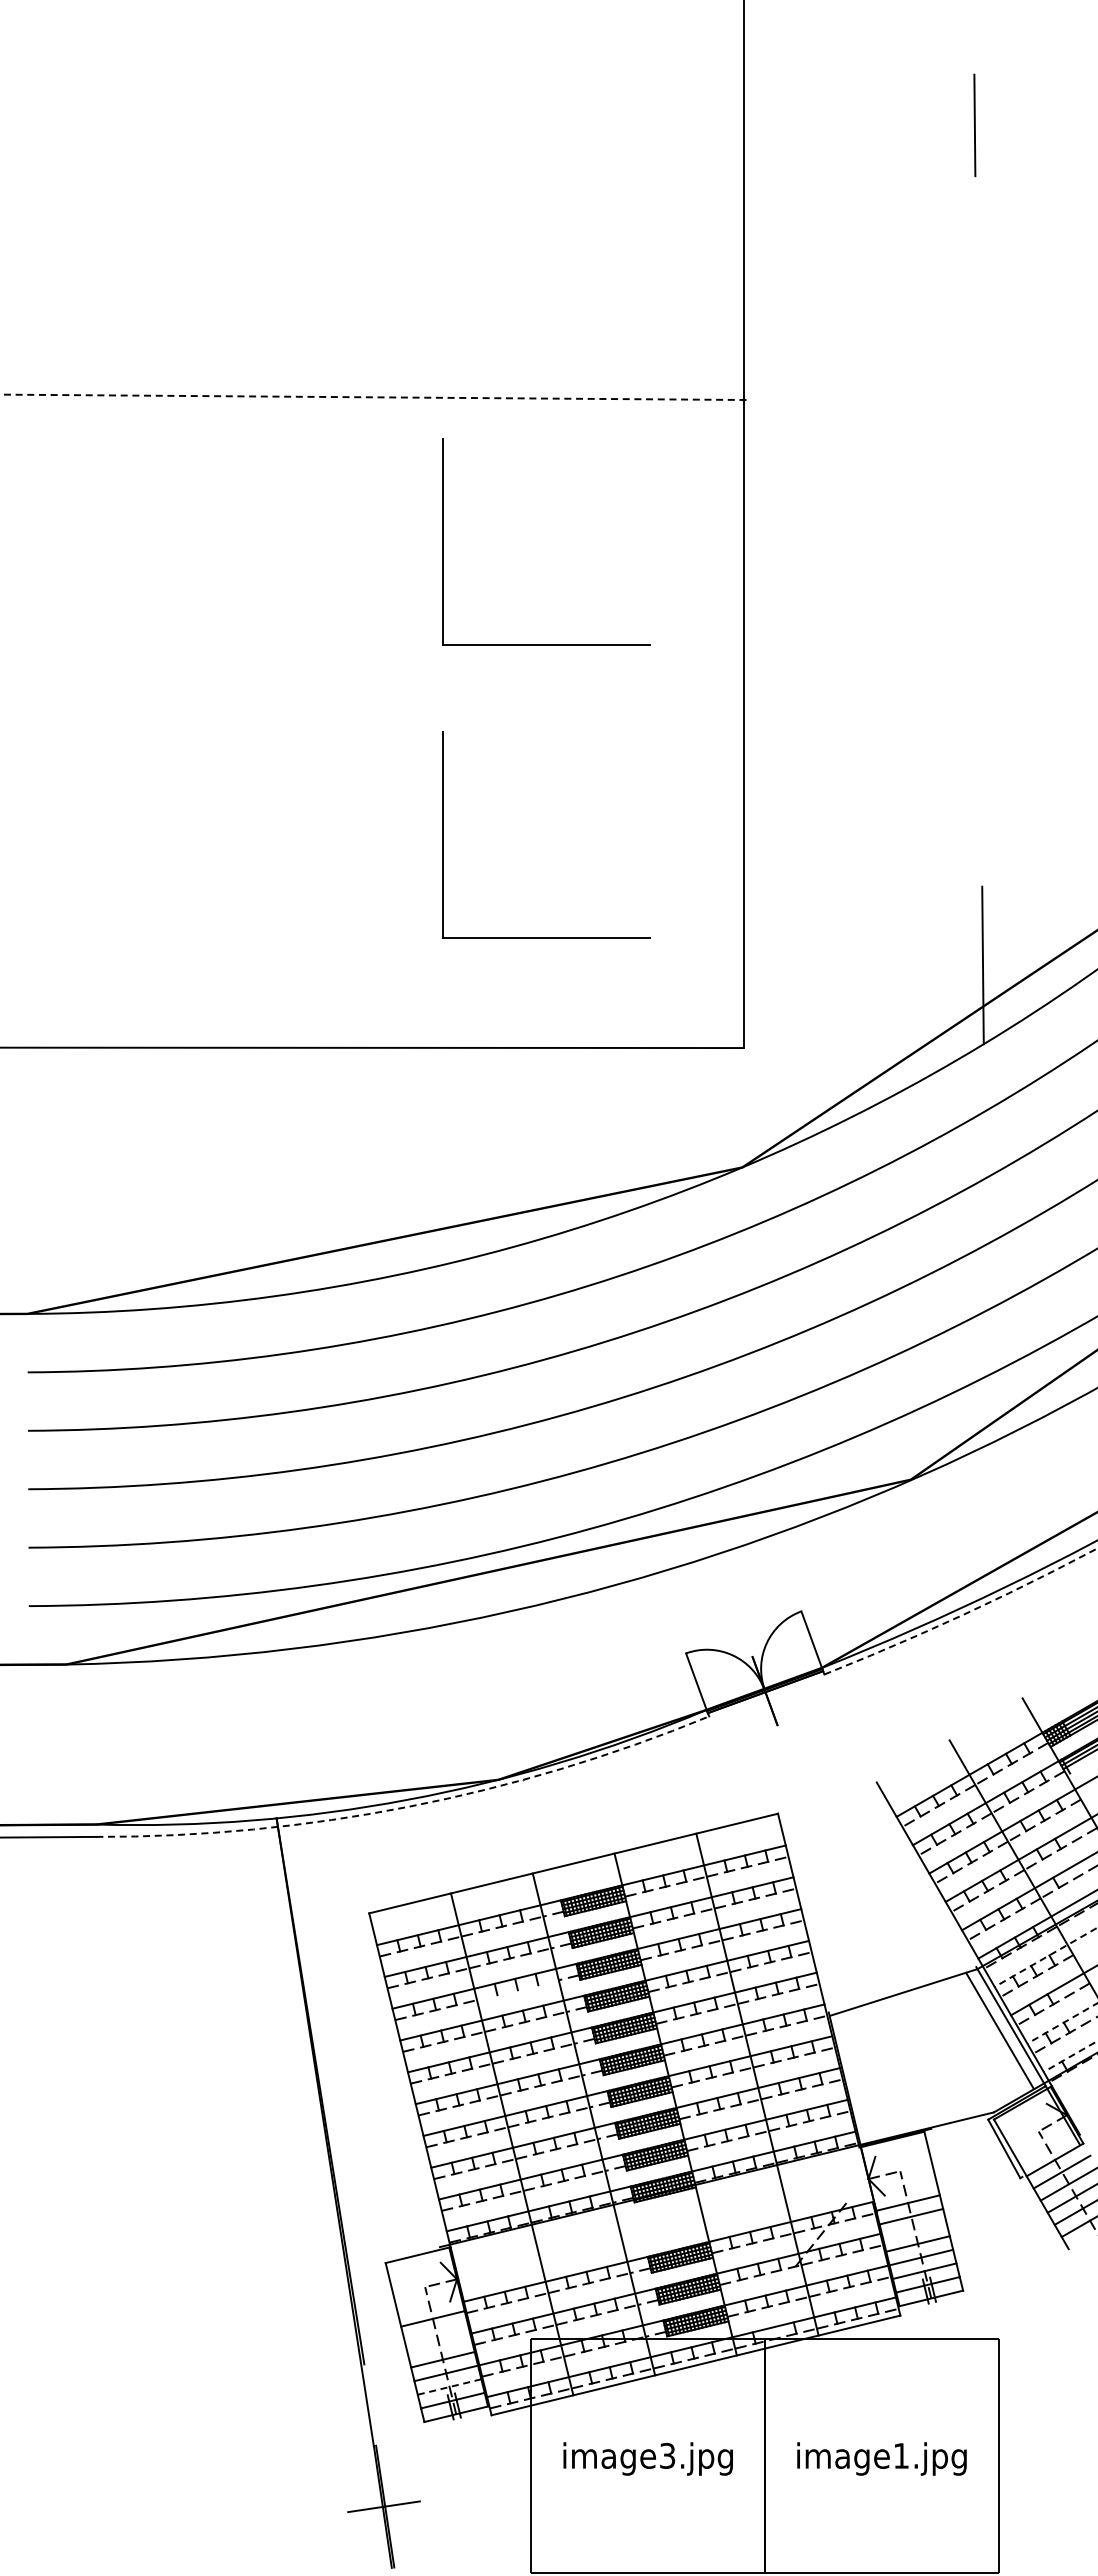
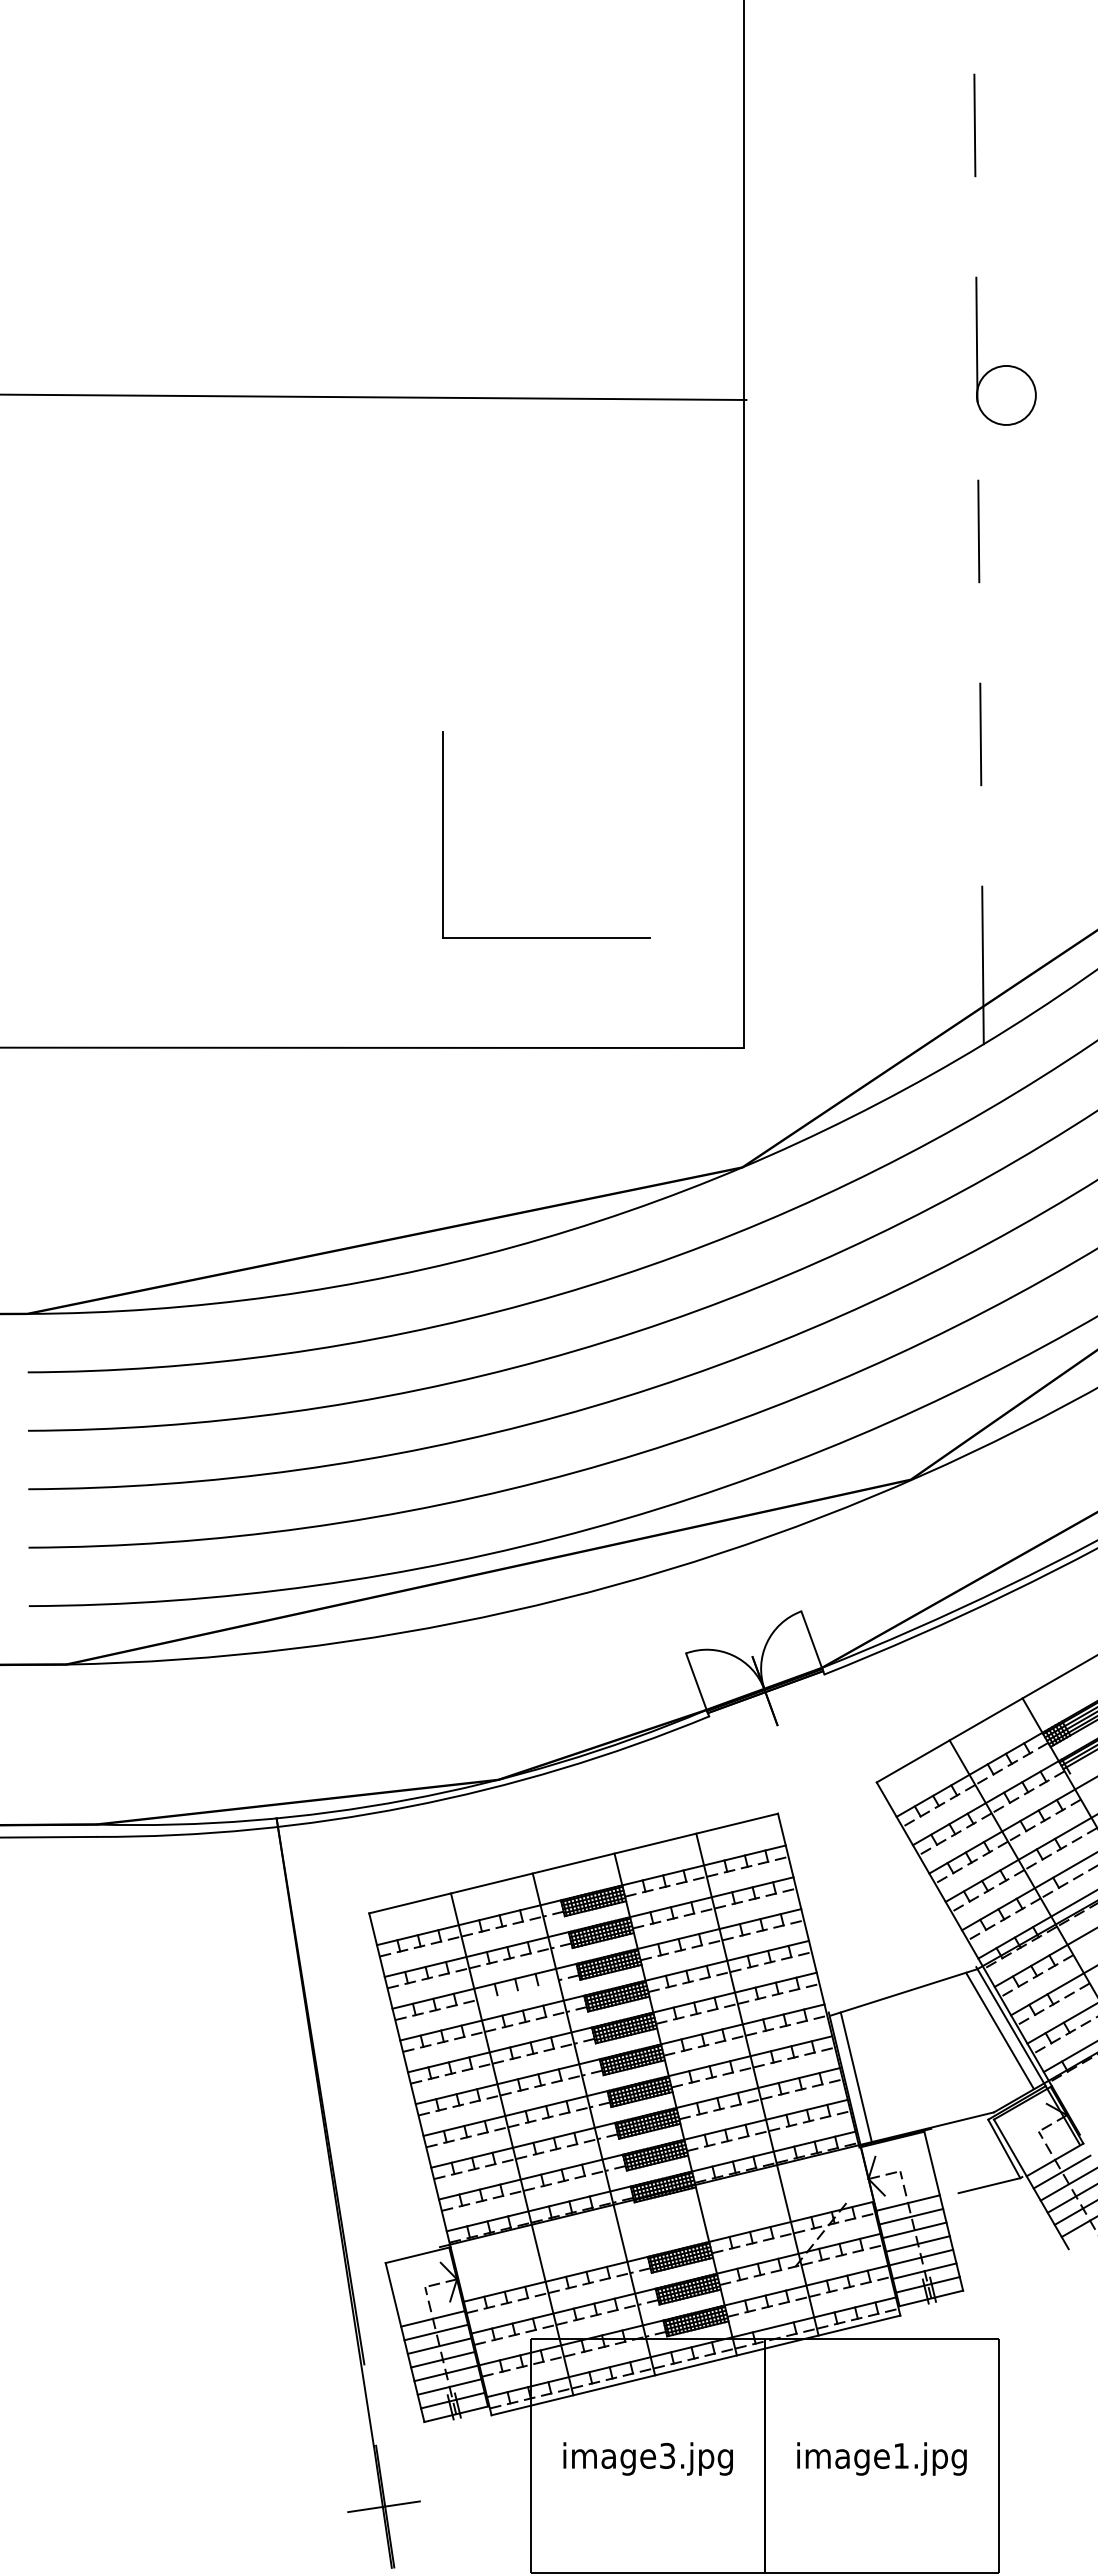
part at (1005, 365): none -> present
line at (372, 397): dashed -> solid
line at (978, 531): none -> present
part at (443, 541): present -> none
line at (980, 734): none -> present
arc at (963, 1614): dashed -> solid
line at (985, 1719): none -> present
arc at (408, 1806): dashed -> solid
line at (1045, 1957): dashed -> solid
line at (1062, 2023): dashed -> solid
line at (1070, 2056): dashed -> solid
line at (855, 2077): none -> present
line at (989, 2185): none -> present
line at (914, 2230): none -> present
line at (436, 2332): none -> present
line at (439, 2345): none -> present
line at (449, 2387): dashed -> solid
